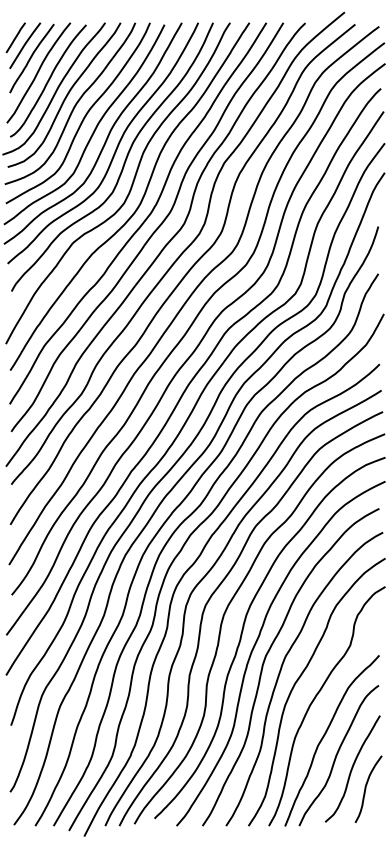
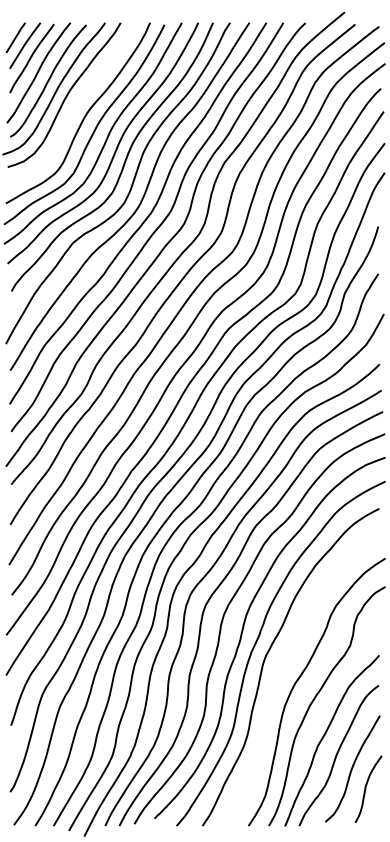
curve at (73, 106): present -> none
curve at (281, 671): present -> none
